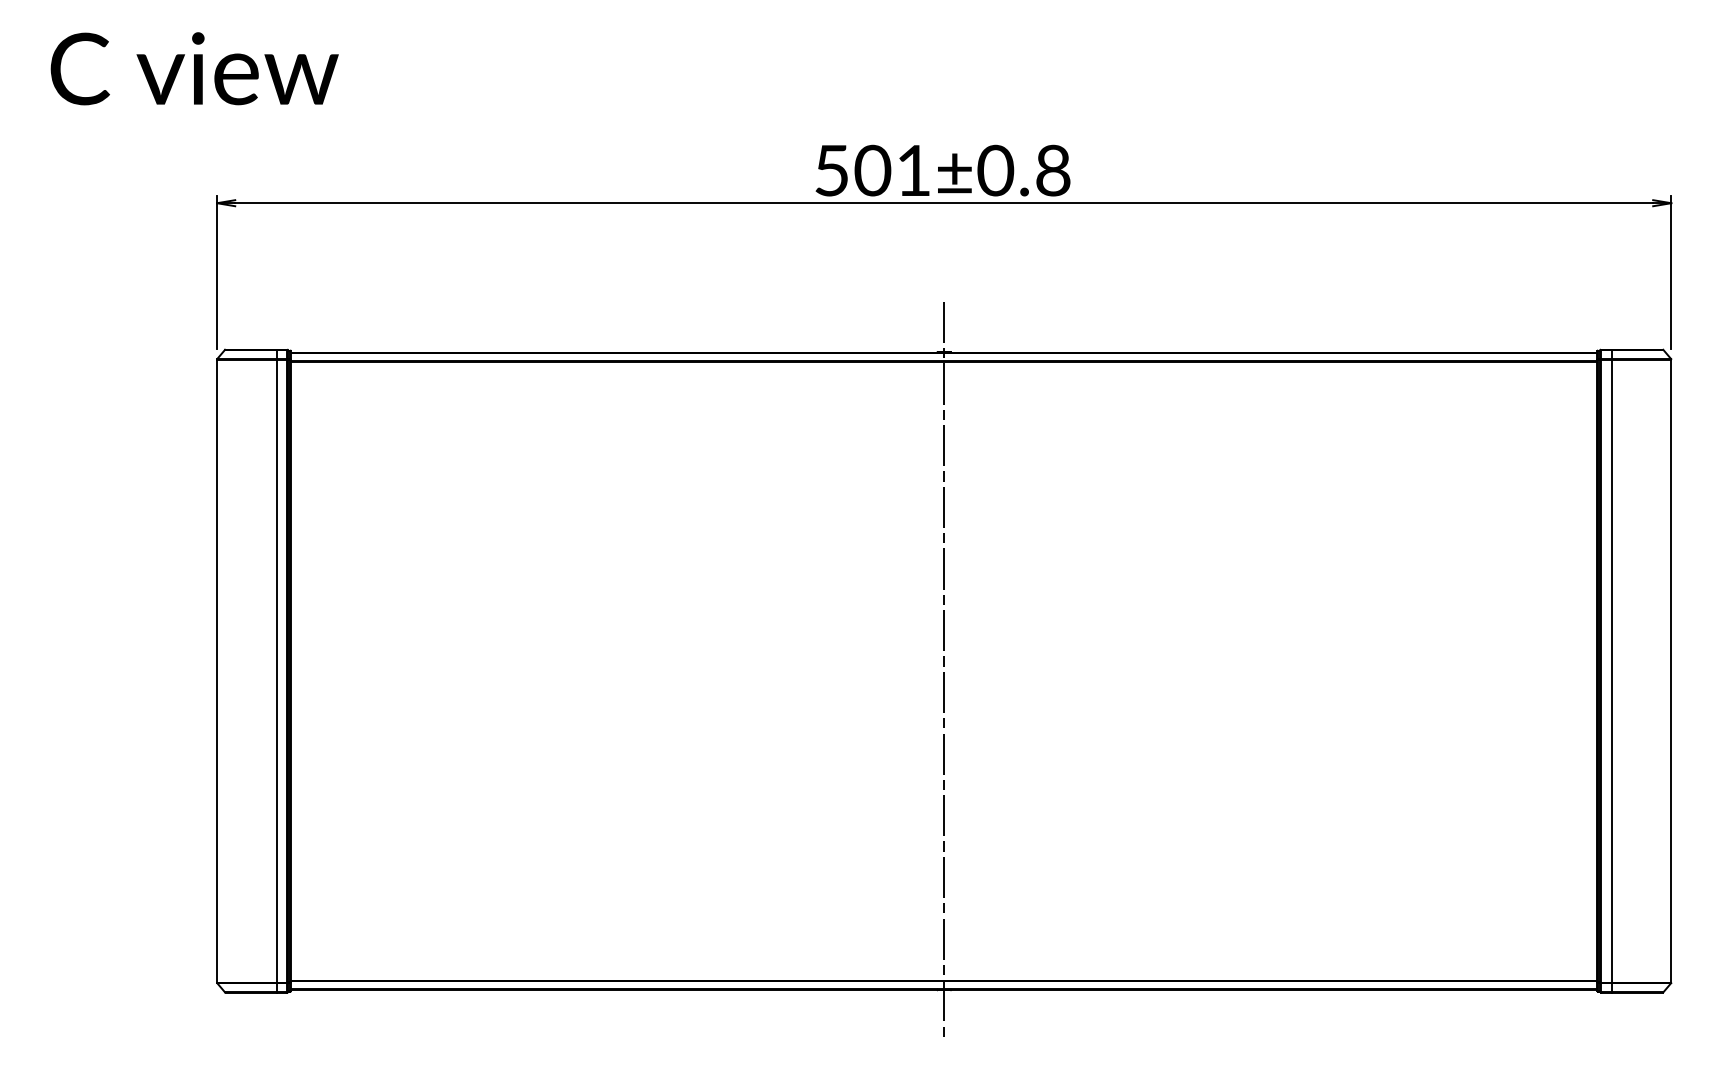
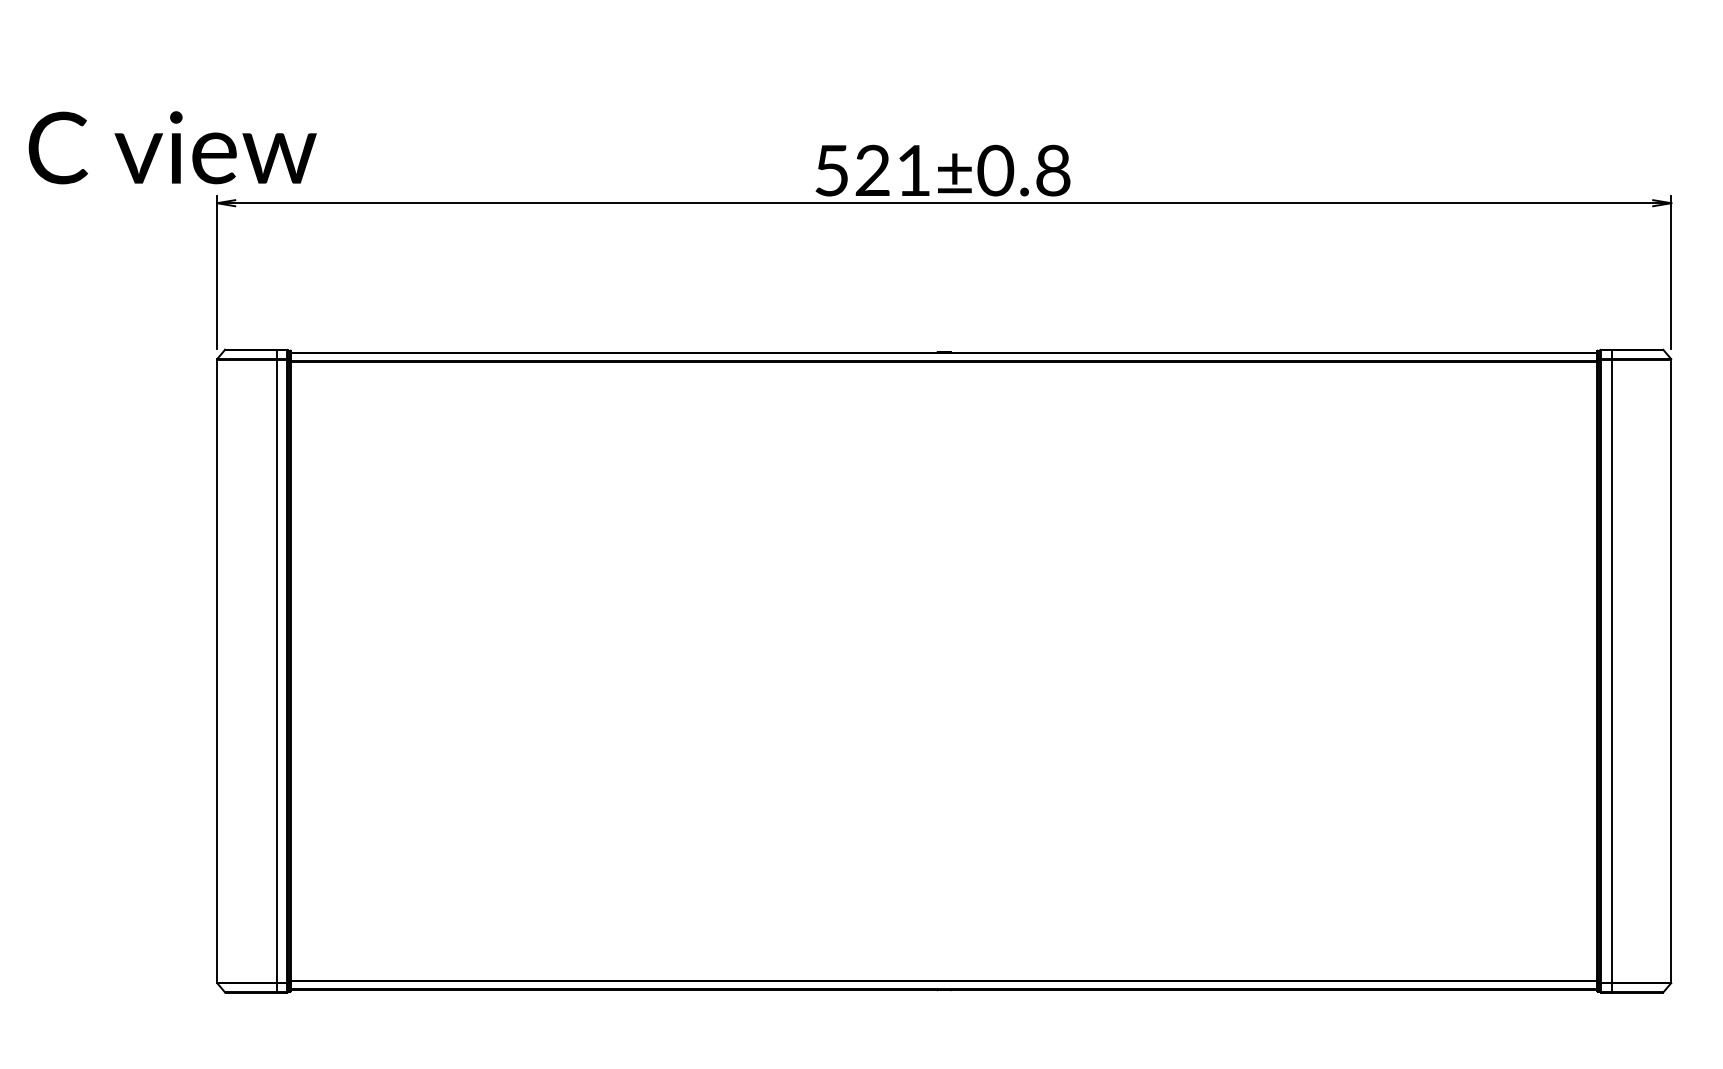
text at (194, 68) position: (194, 68) -> (172, 147)
text at (872, 170): 501±0.8 -> 521±0.8
line at (944, 670): present -> none
